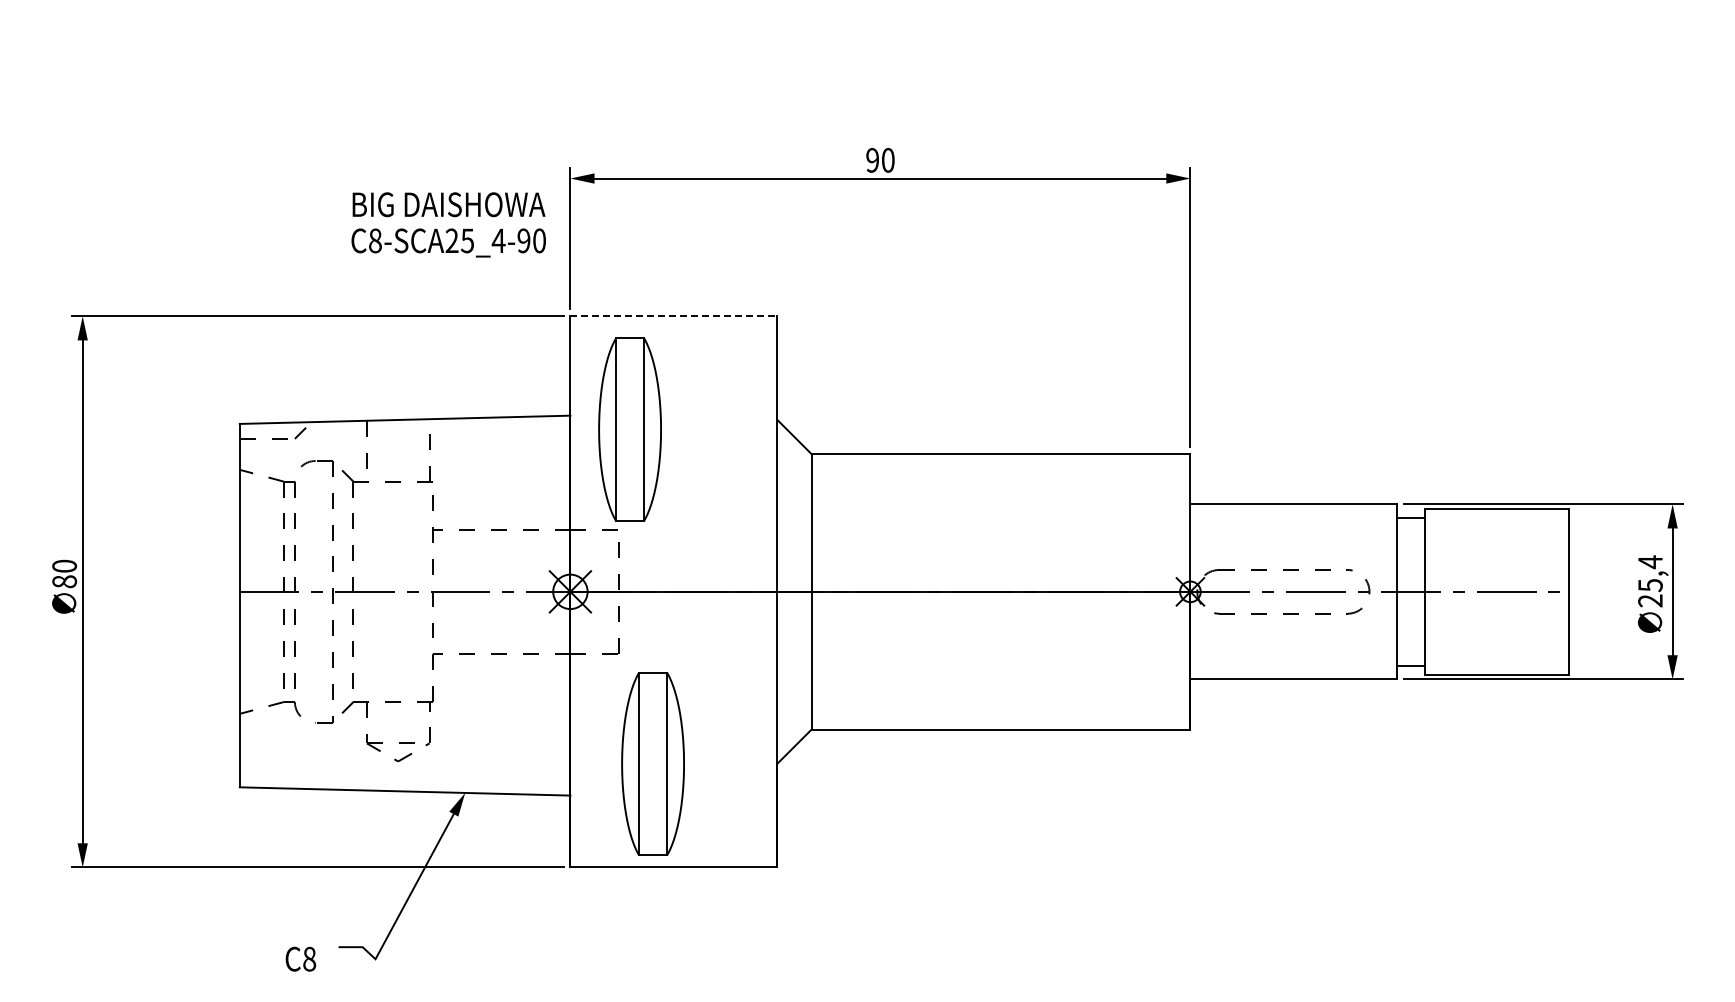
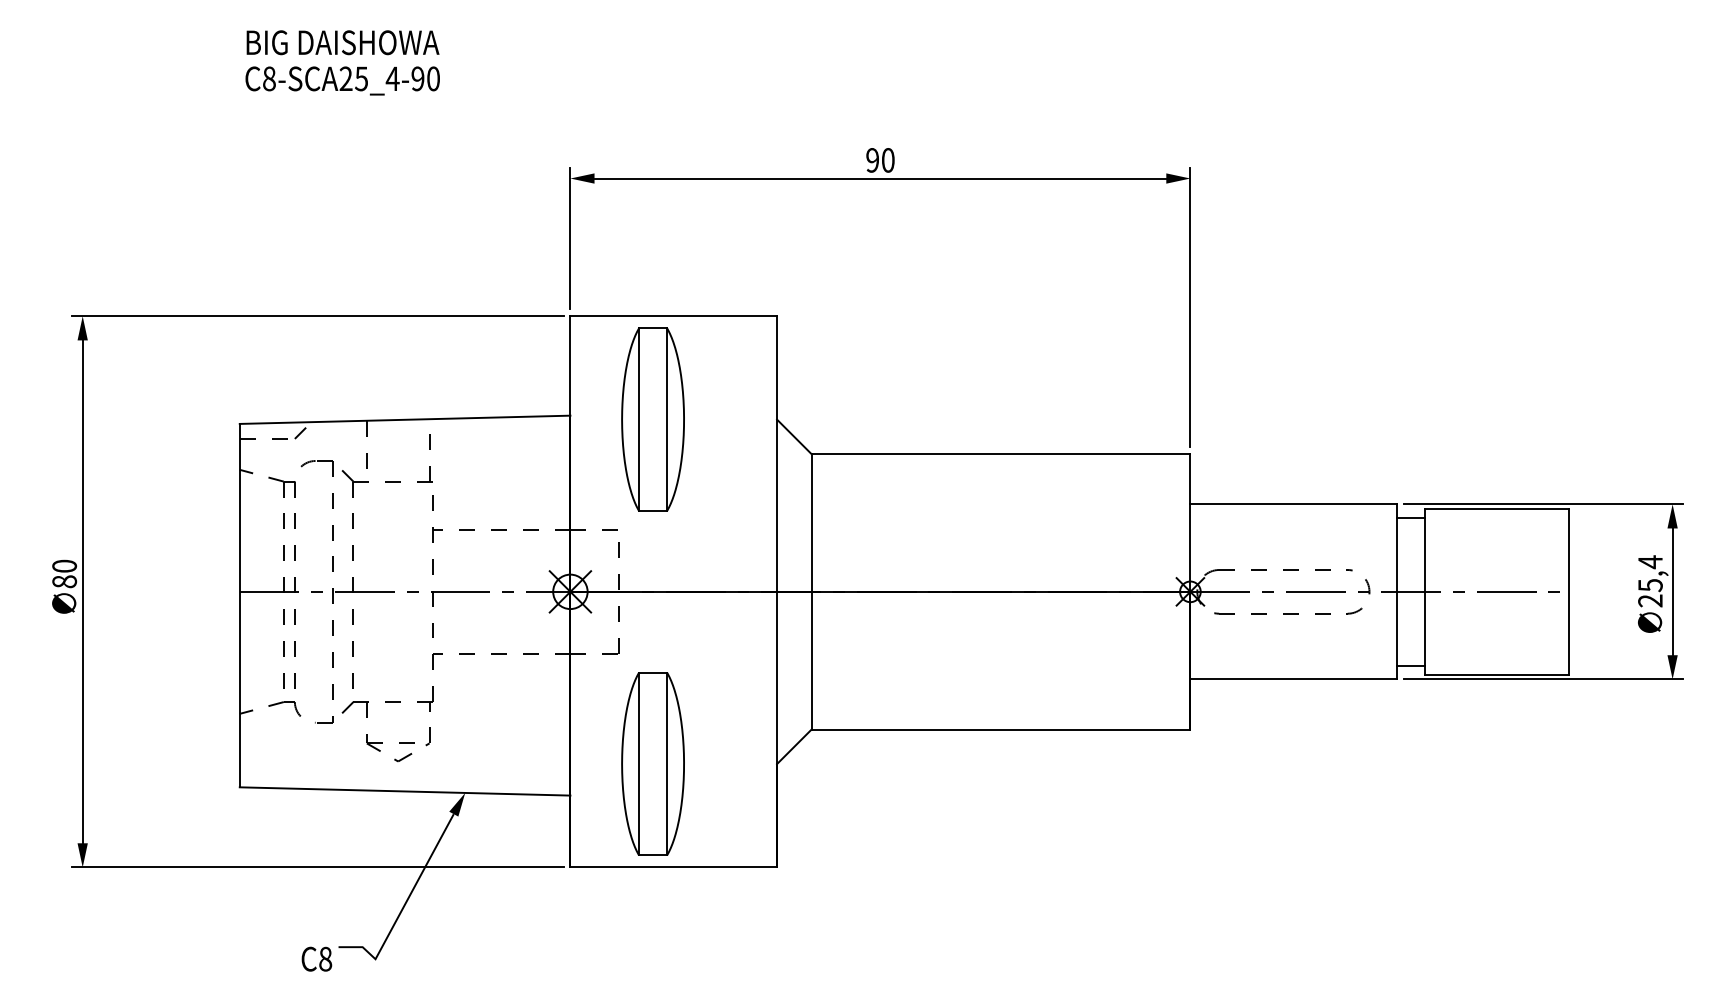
text at (448, 224) position: (448, 224) -> (342, 62)
line at (674, 316): dashed -> solid
part at (629, 429) position: (629, 429) -> (652, 419)
text at (300, 958) position: (300, 958) -> (316, 958)
